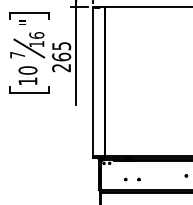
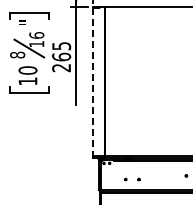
text at (17, 54): 7 -> 8
line at (93, 82): solid -> dashed
